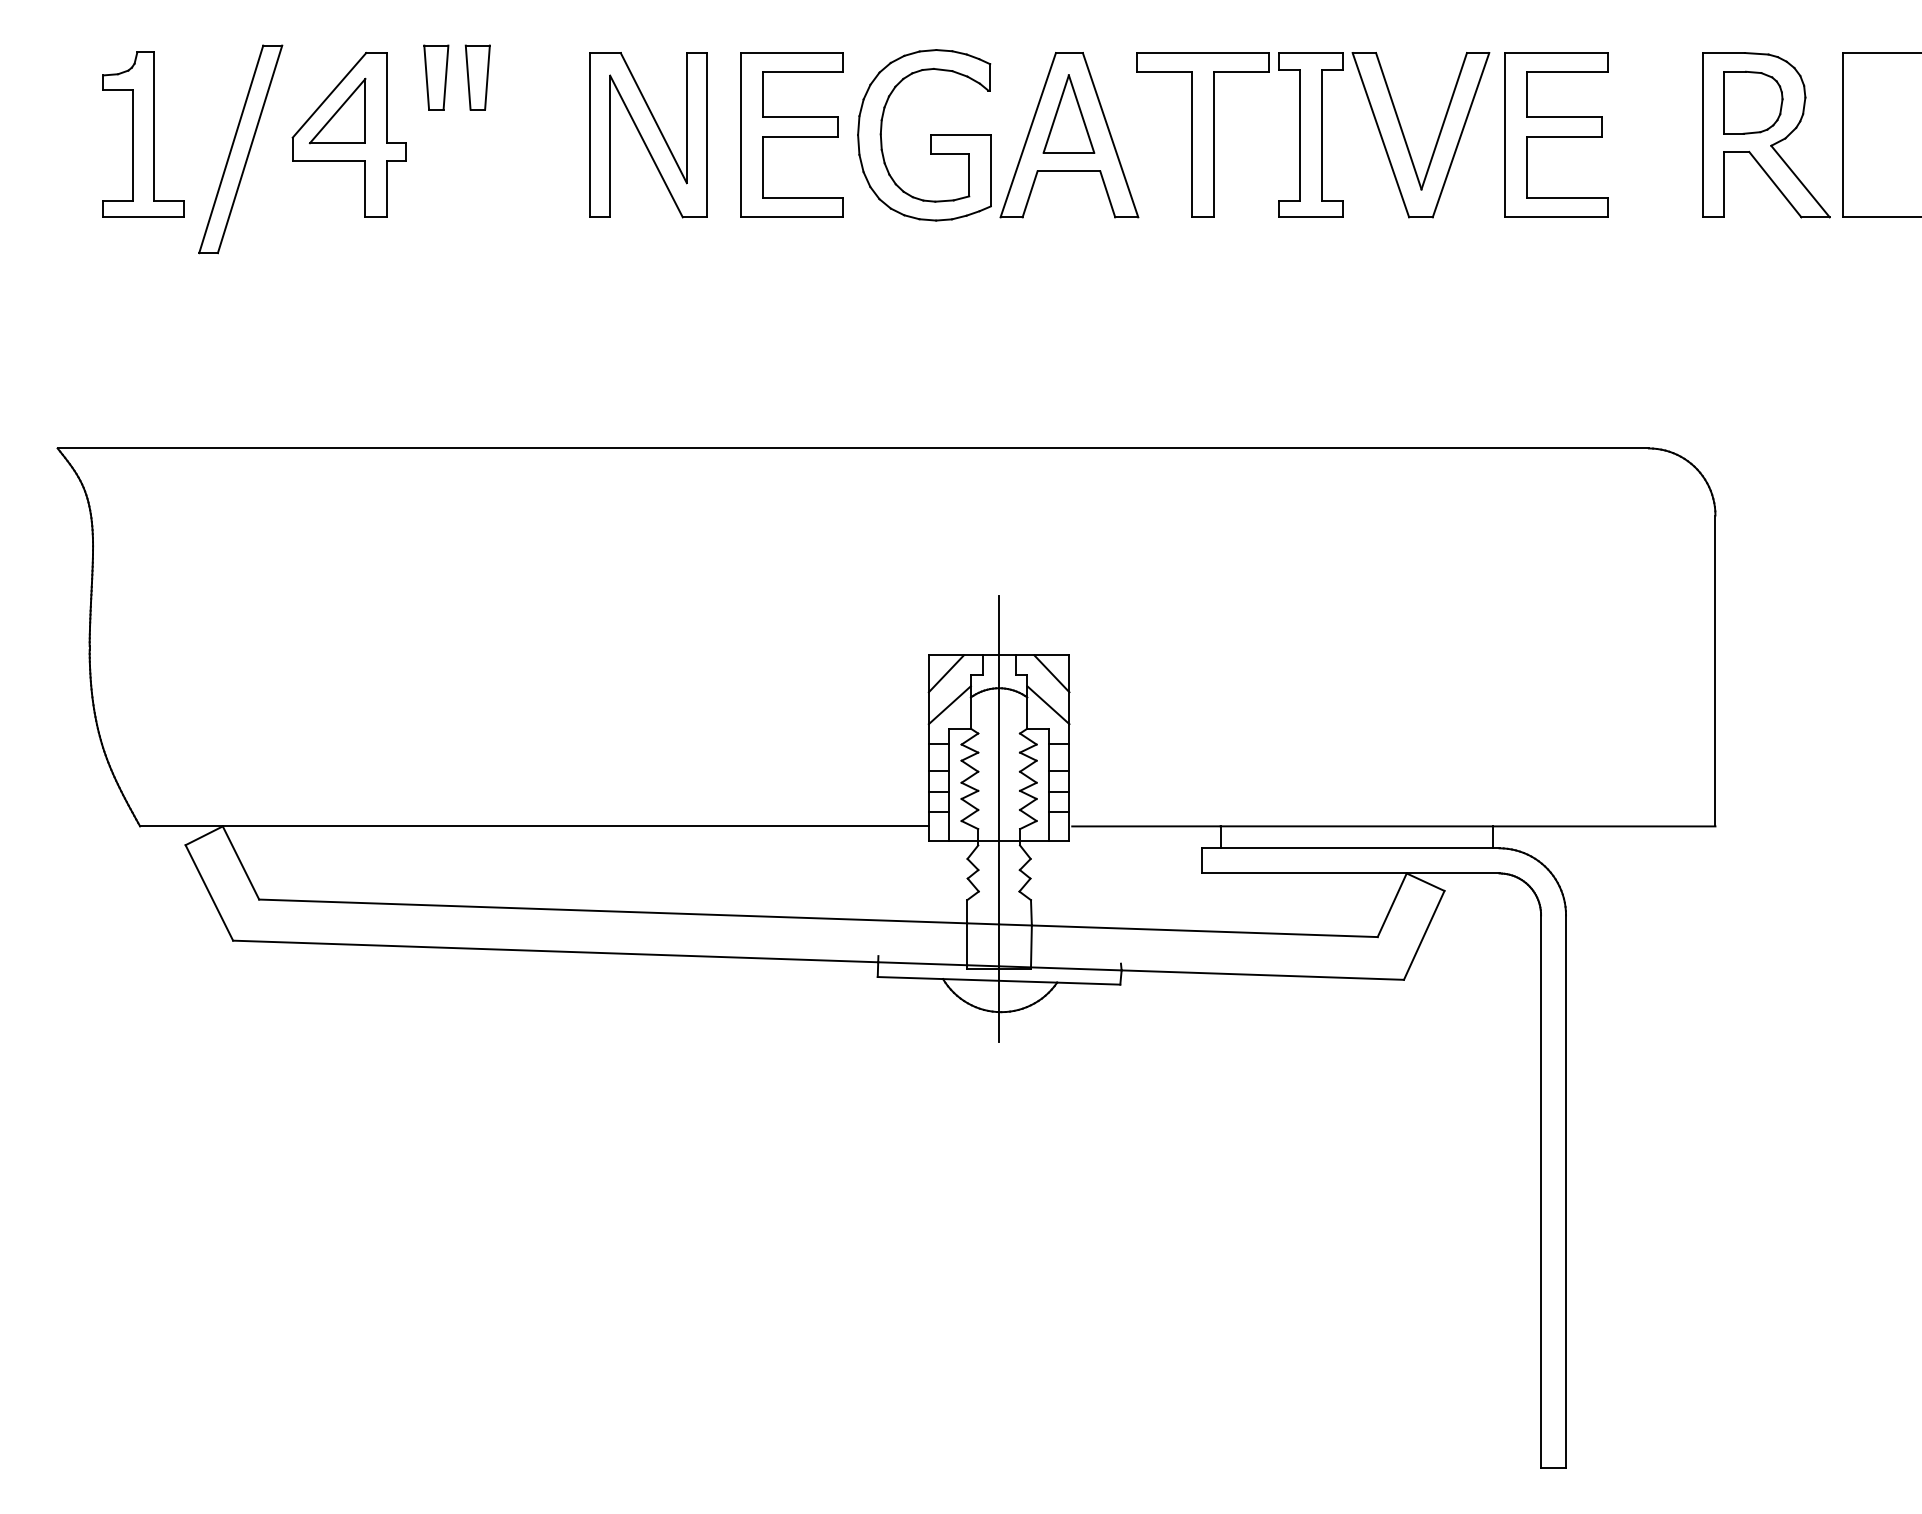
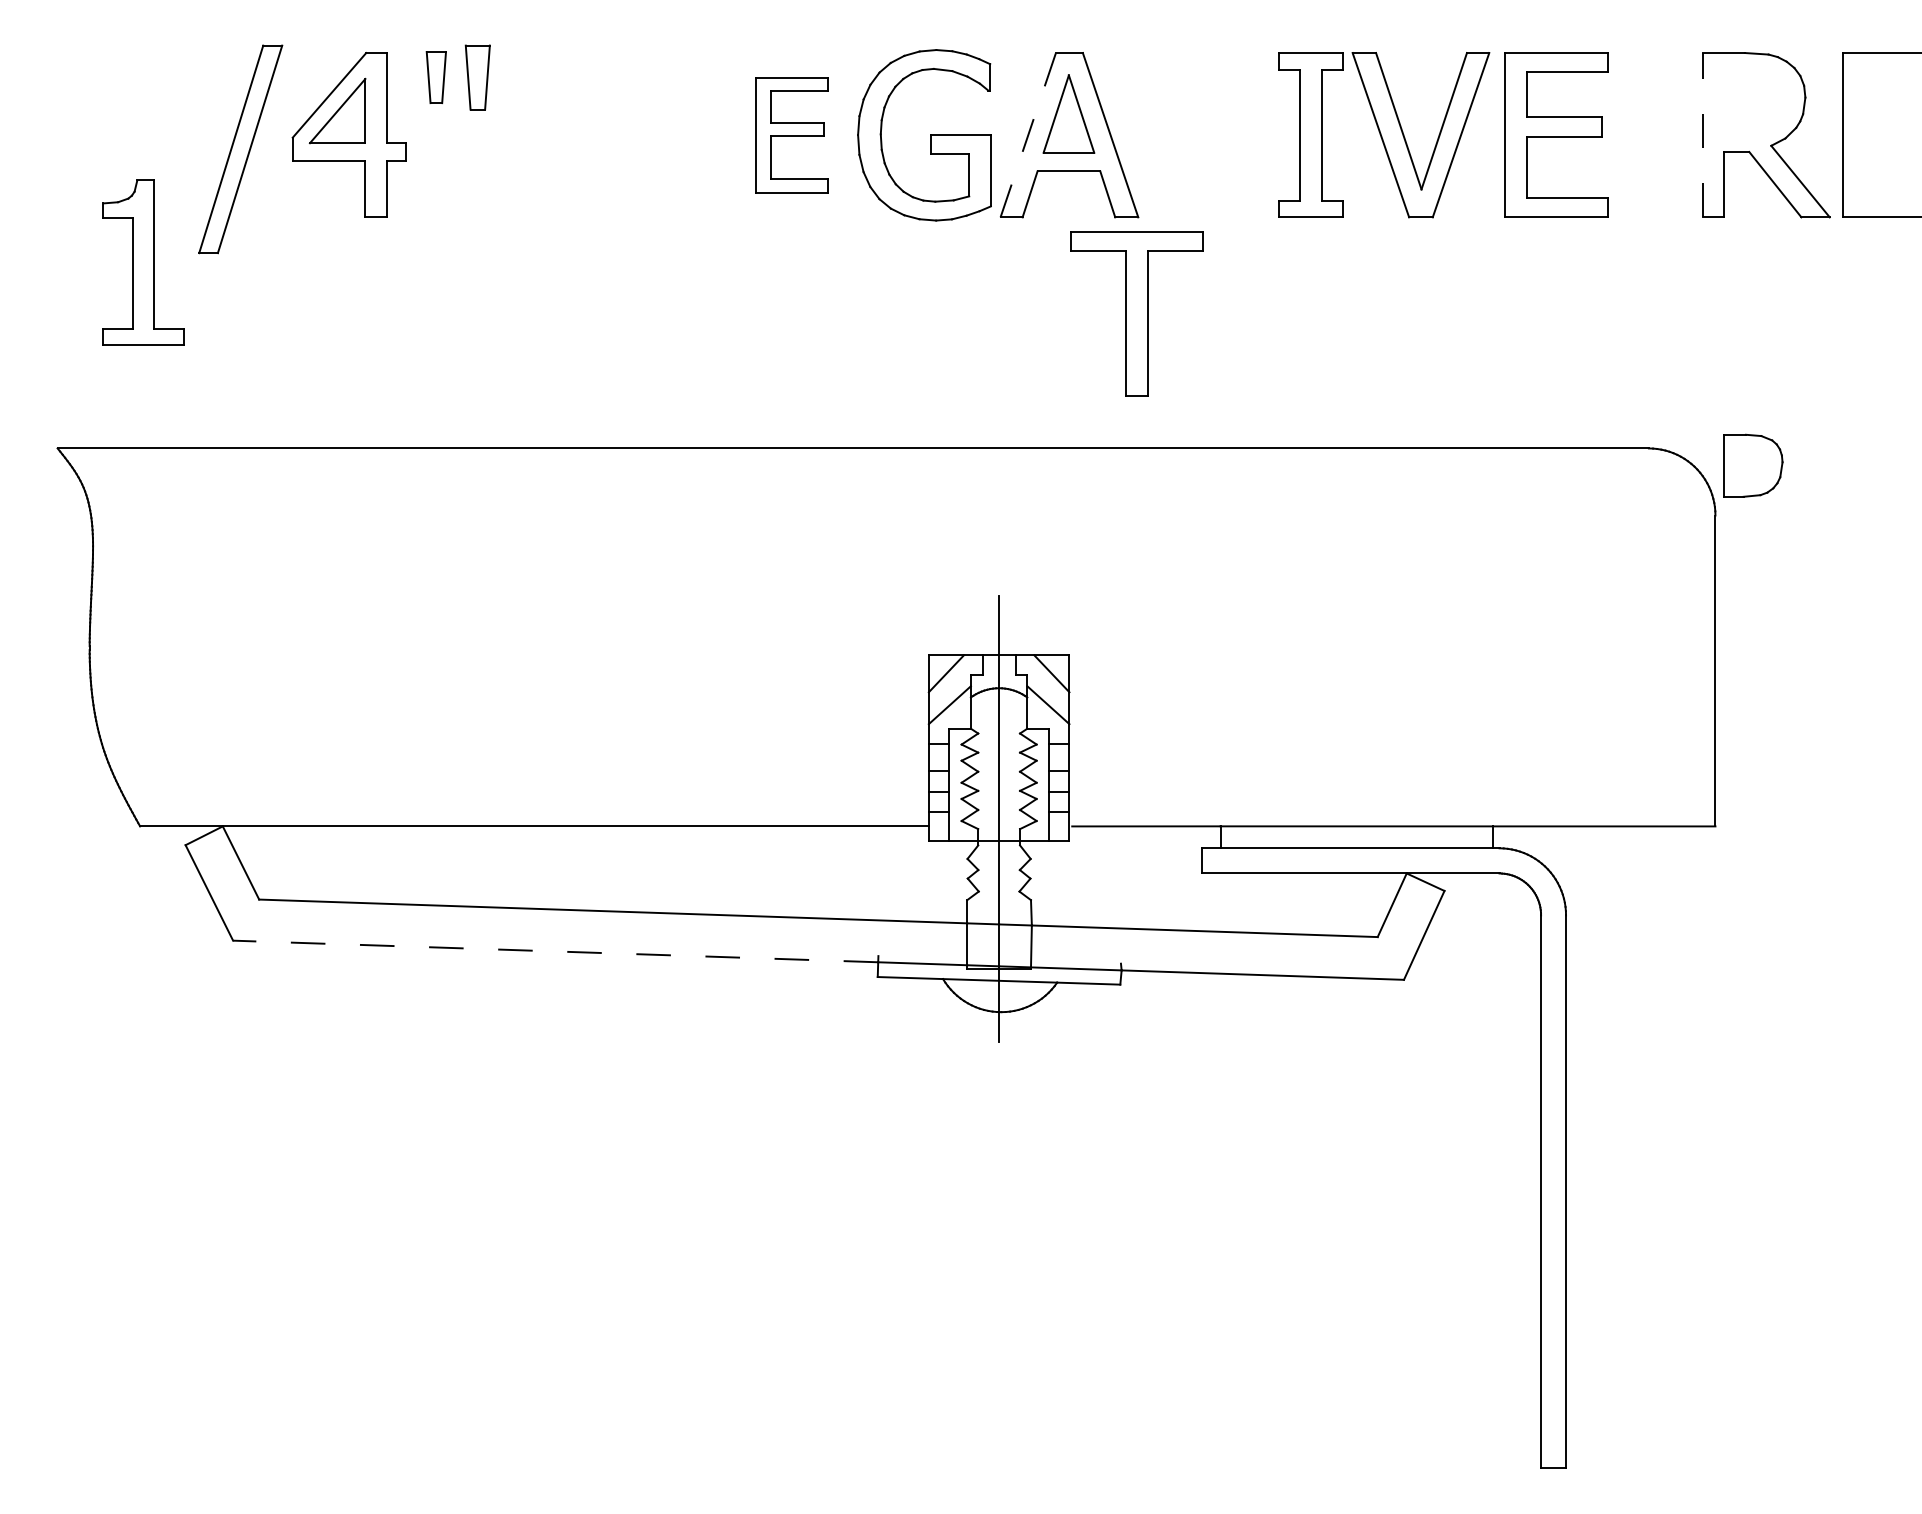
part at (436, 77) size: 27x67 px -> 22x53 px
part at (1753, 102) position: (1753, 102) -> (1753, 465)
part at (143, 134) position: (143, 134) -> (143, 262)
part at (791, 134) size: 104x166 px -> 74x117 px
part at (1202, 134) position: (1202, 134) -> (1136, 313)
line at (1702, 134): solid -> dashed
part at (648, 135): present -> none
line at (1028, 135): solid -> dashed
line at (555, 951): solid -> dashed
